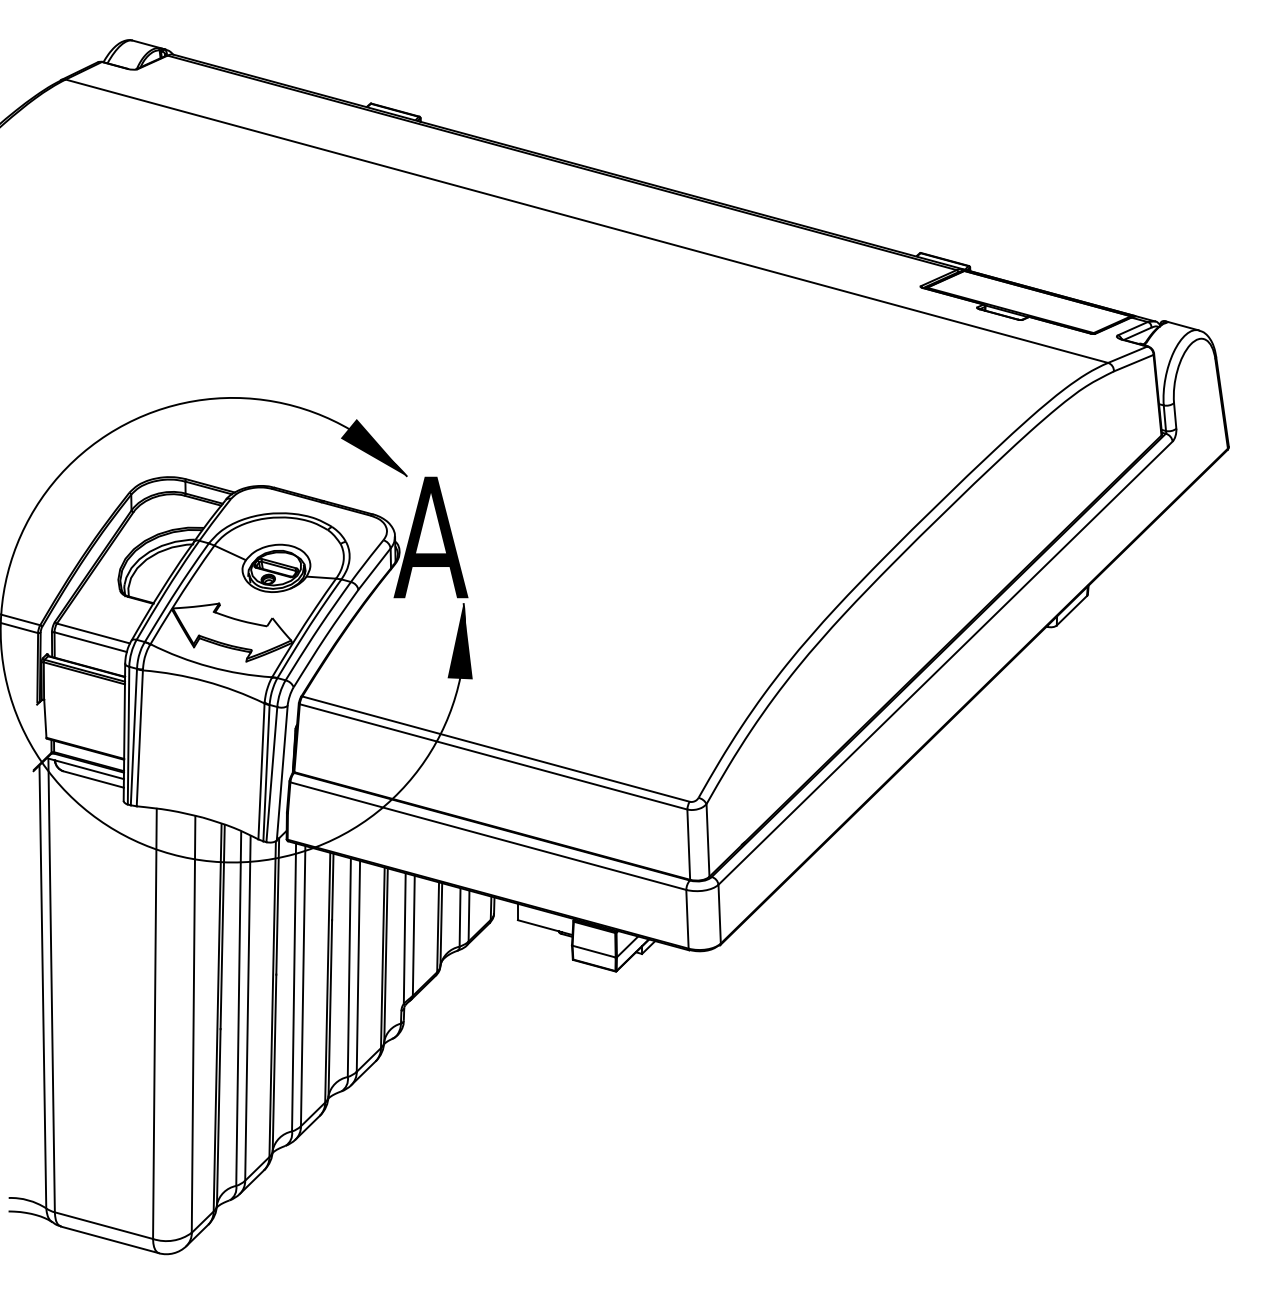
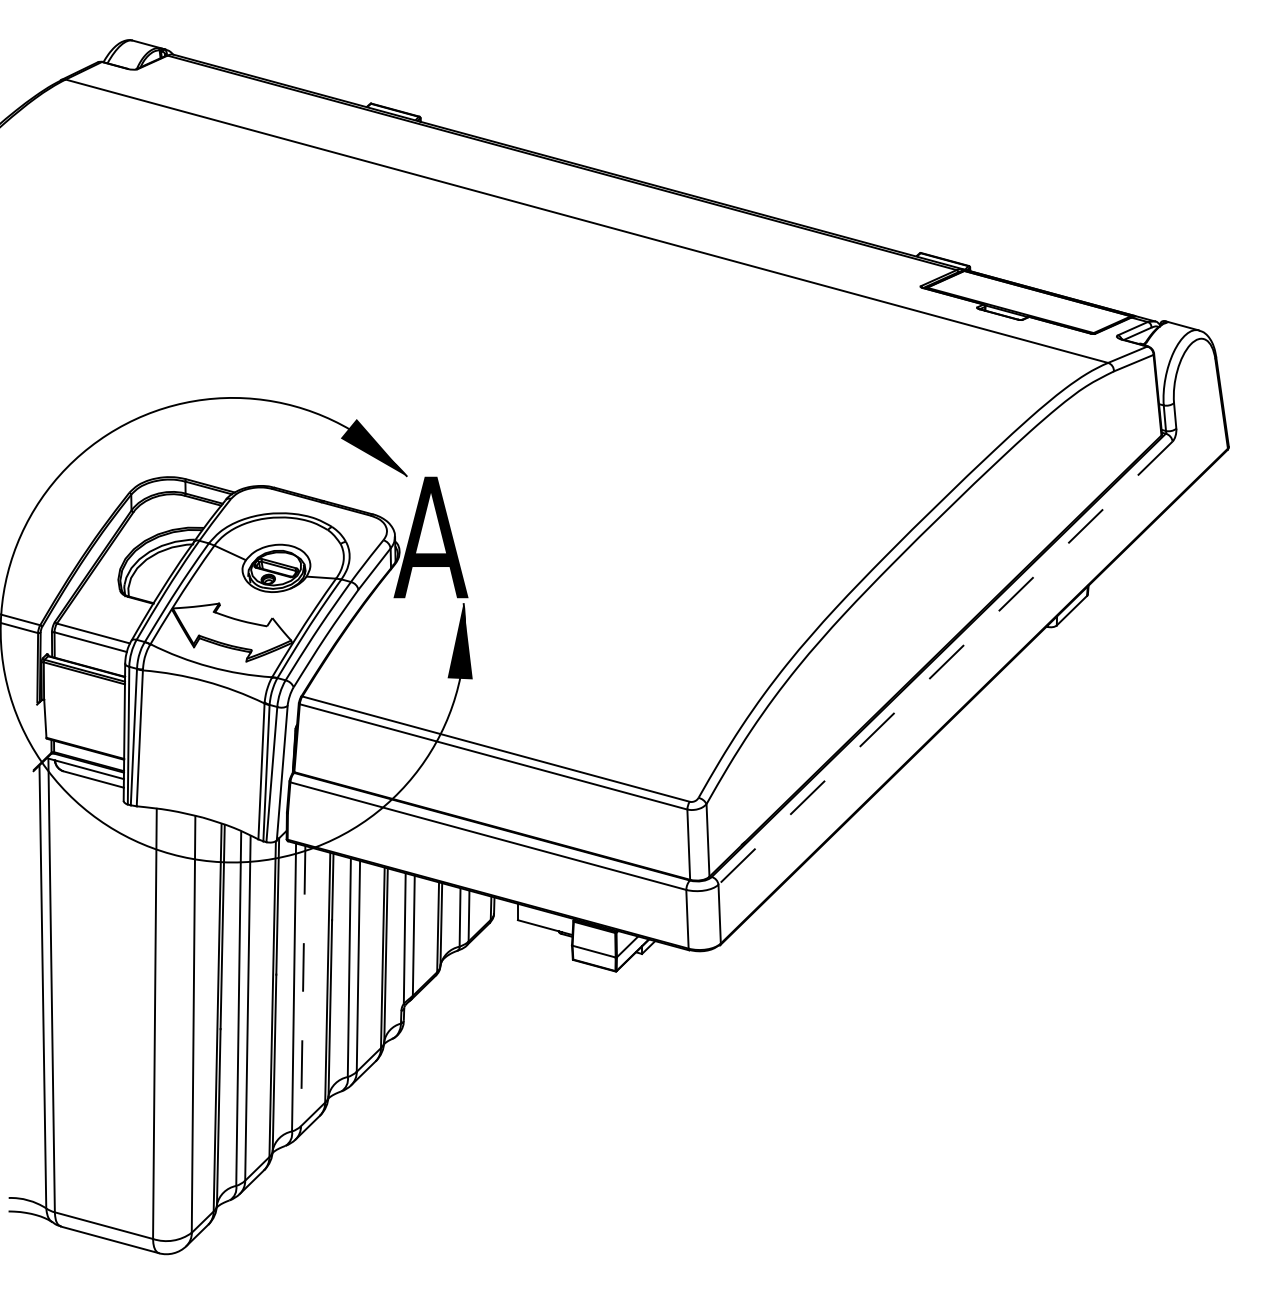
line at (945, 663): solid -> dashed
line at (303, 986): solid -> dashed
